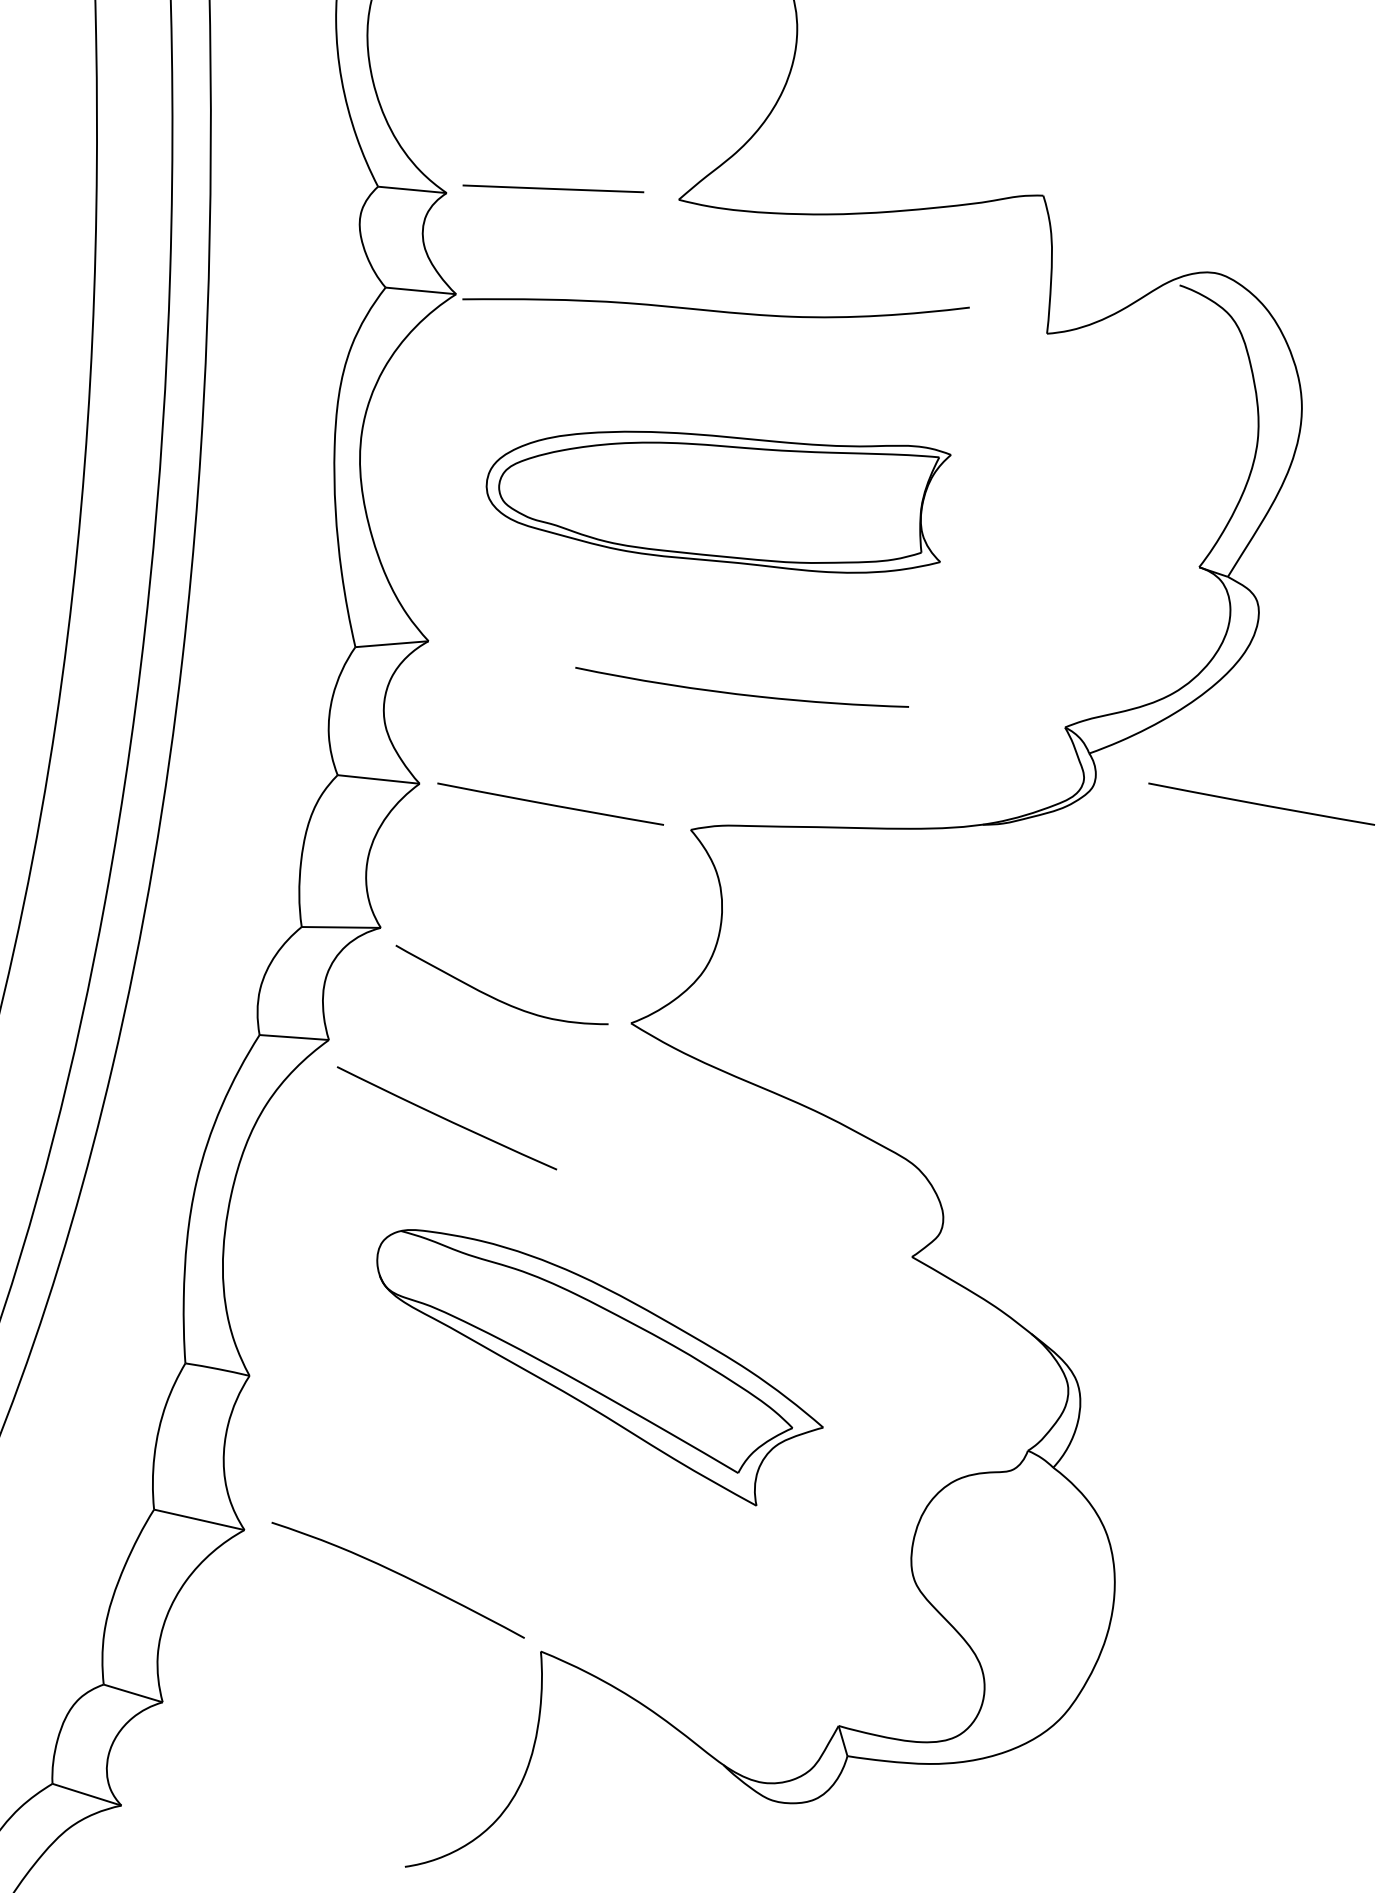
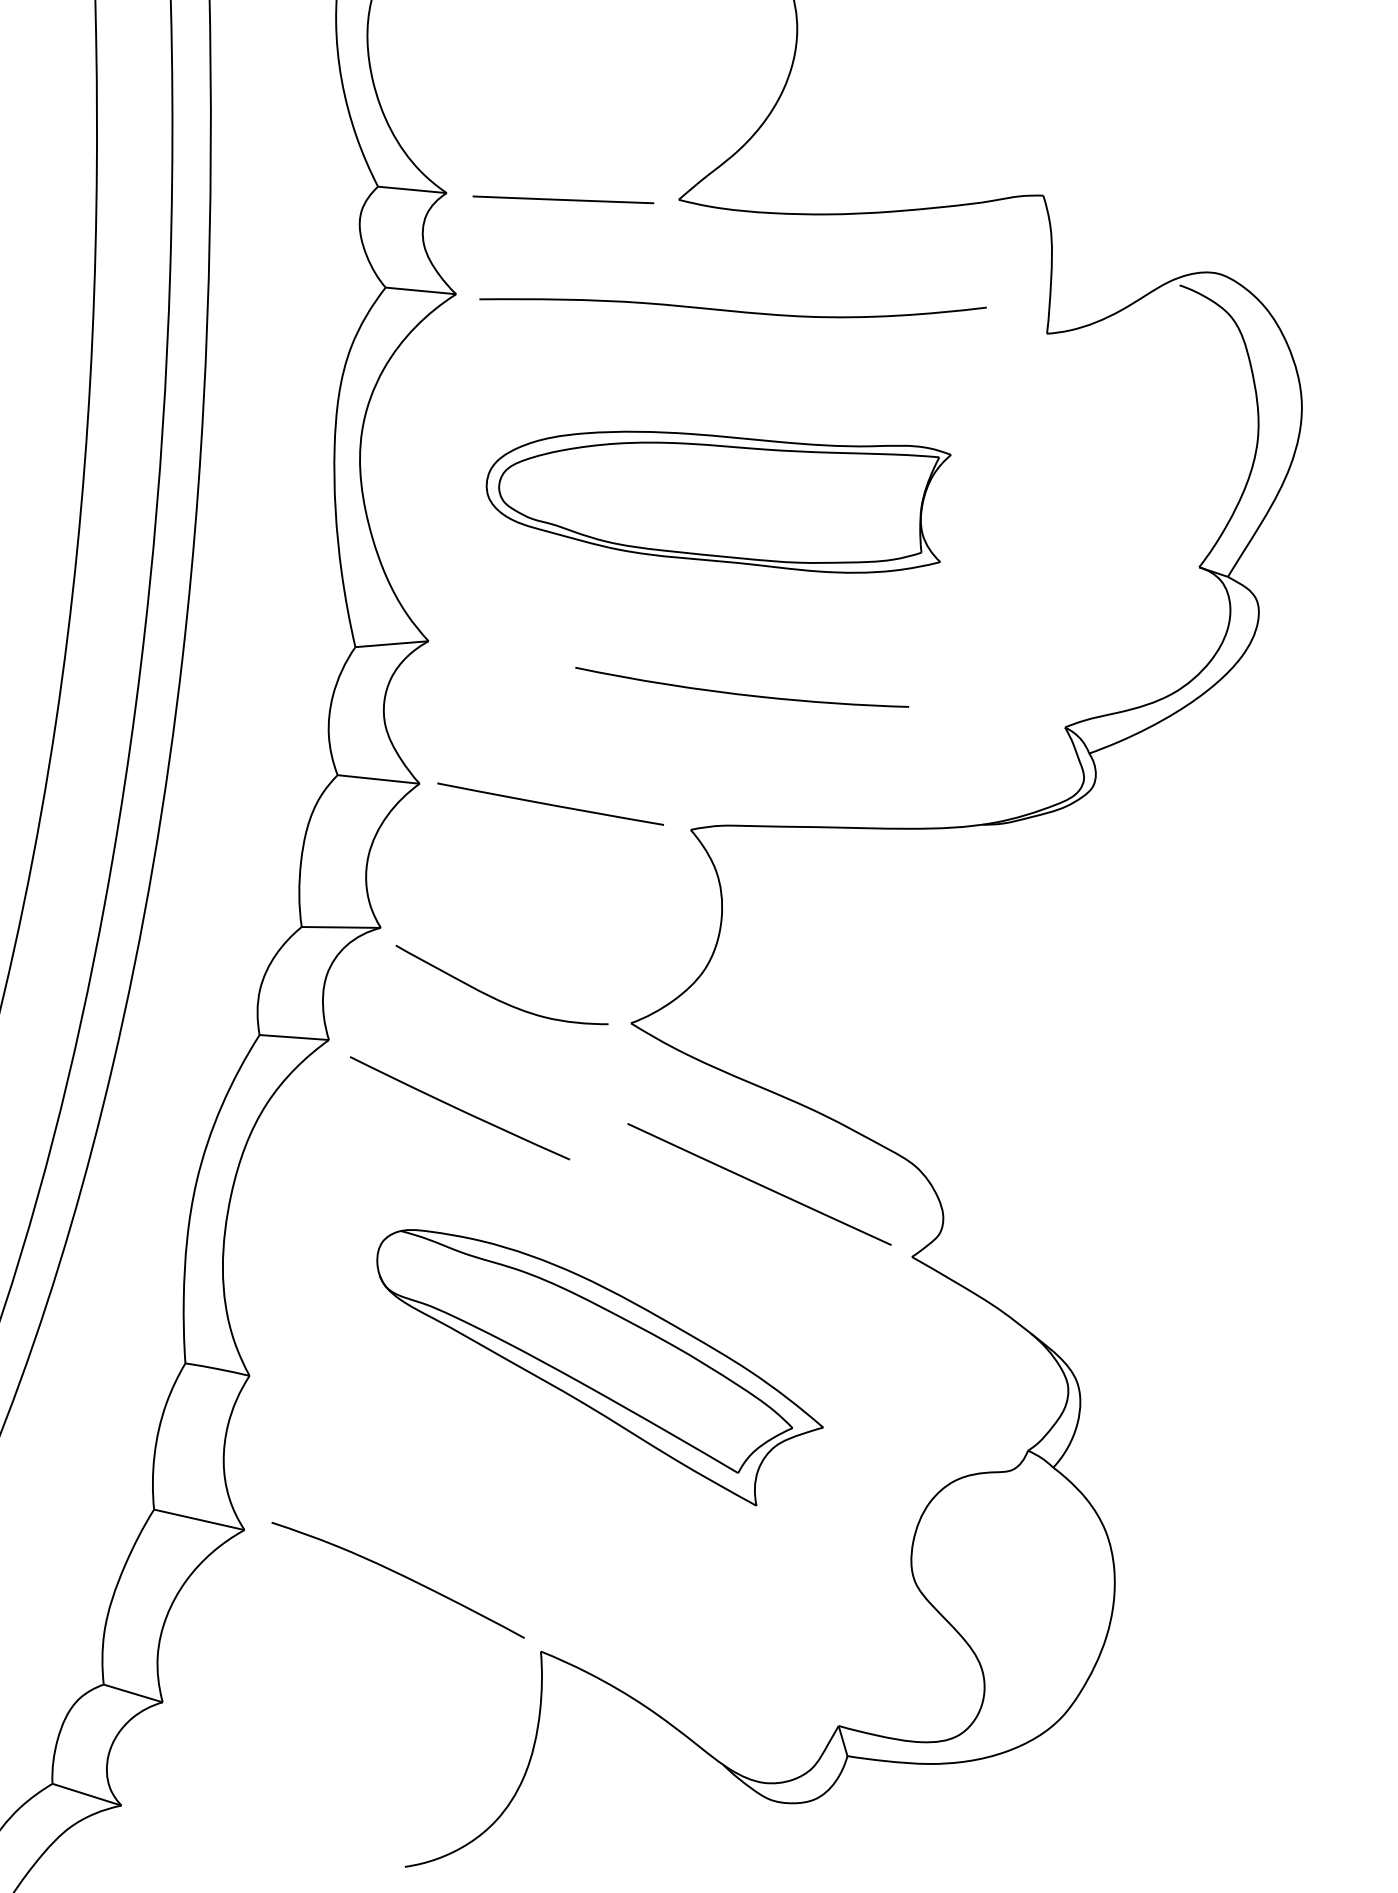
line at (553, 188) position: (553, 188) -> (563, 199)
curve at (715, 310) position: (715, 310) -> (732, 310)
line at (1261, 803): present -> none
curve at (446, 1118) position: (446, 1118) -> (459, 1108)
line at (759, 1184): none -> present
